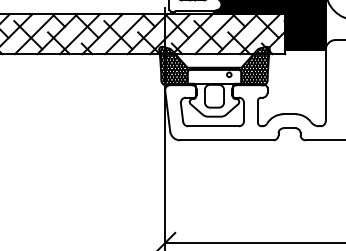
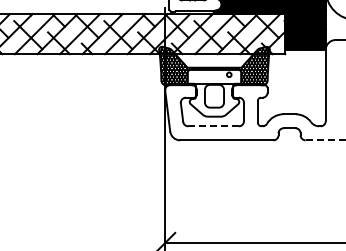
line at (214, 126): solid -> dashed
line at (325, 140): solid -> dashed
